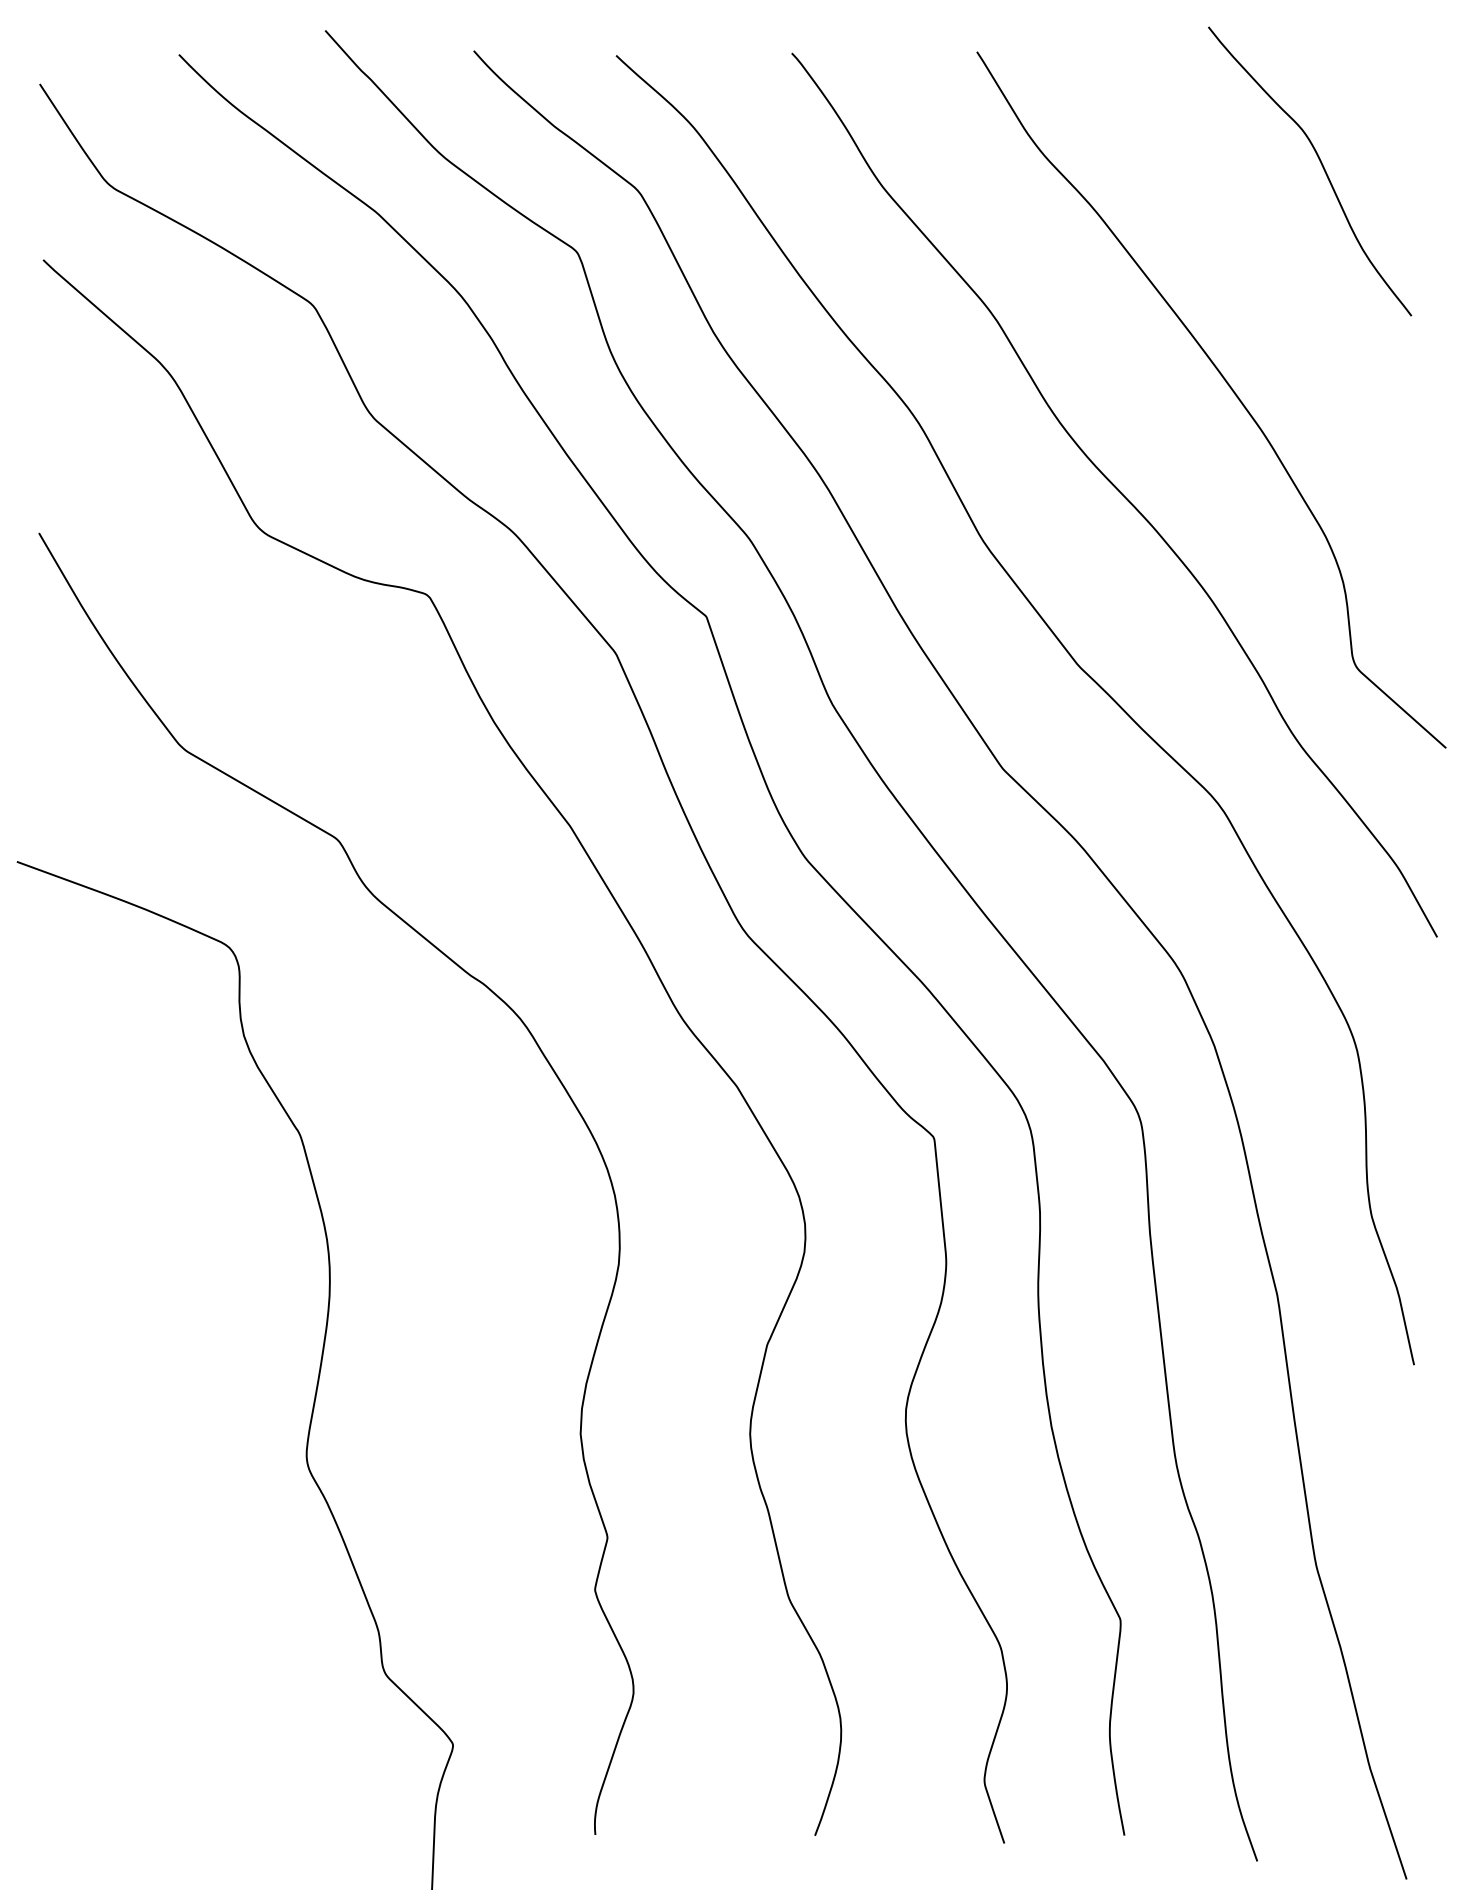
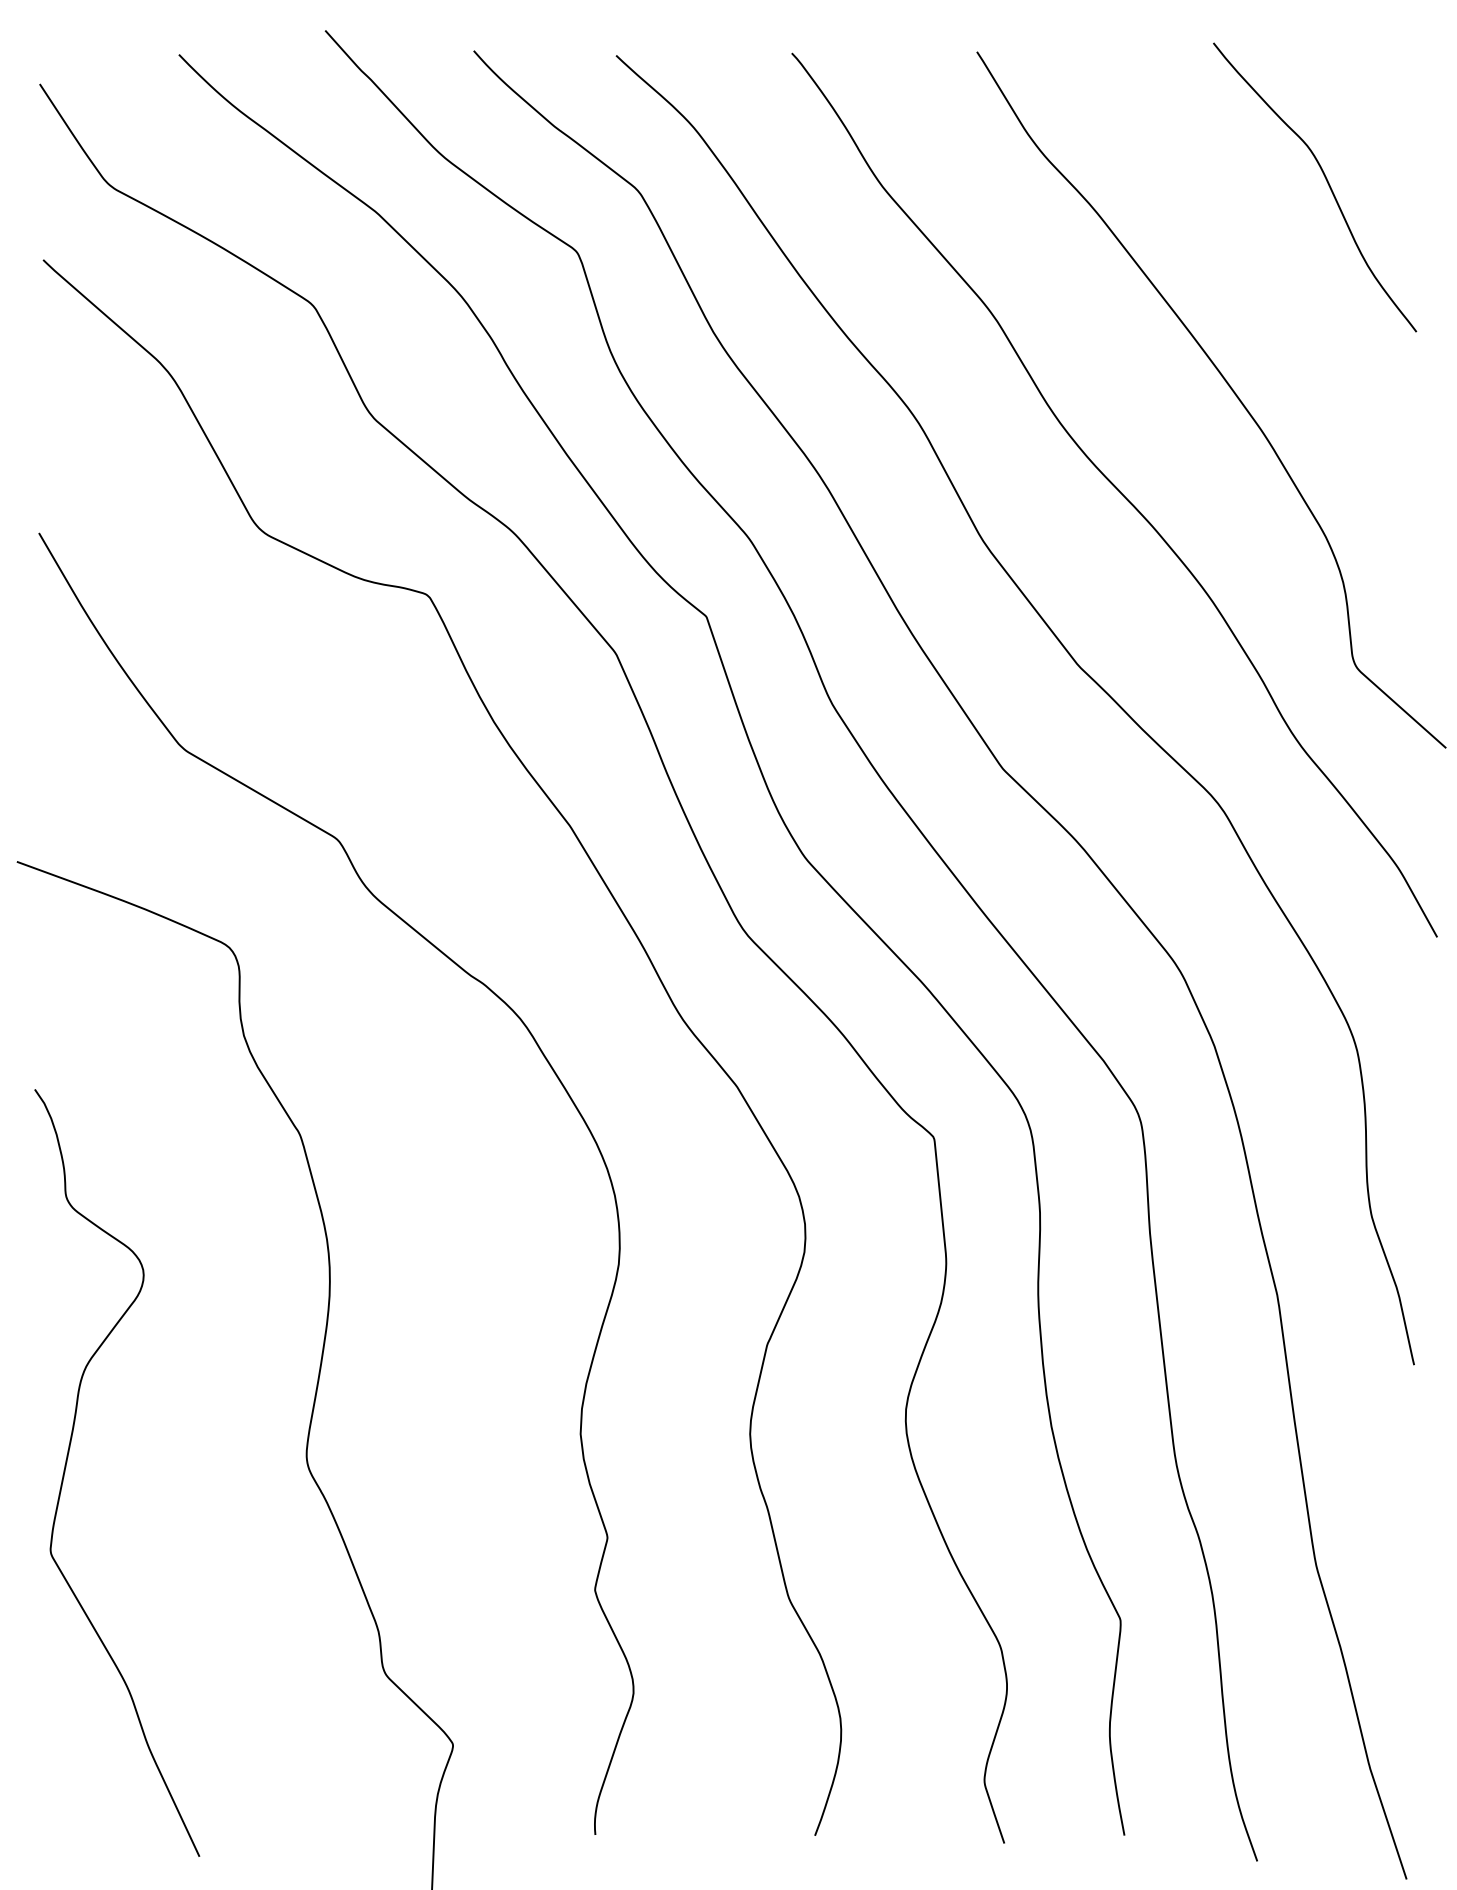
curve at (1321, 165) position: (1321, 165) -> (1326, 181)
curve at (67, 1462): none -> present
